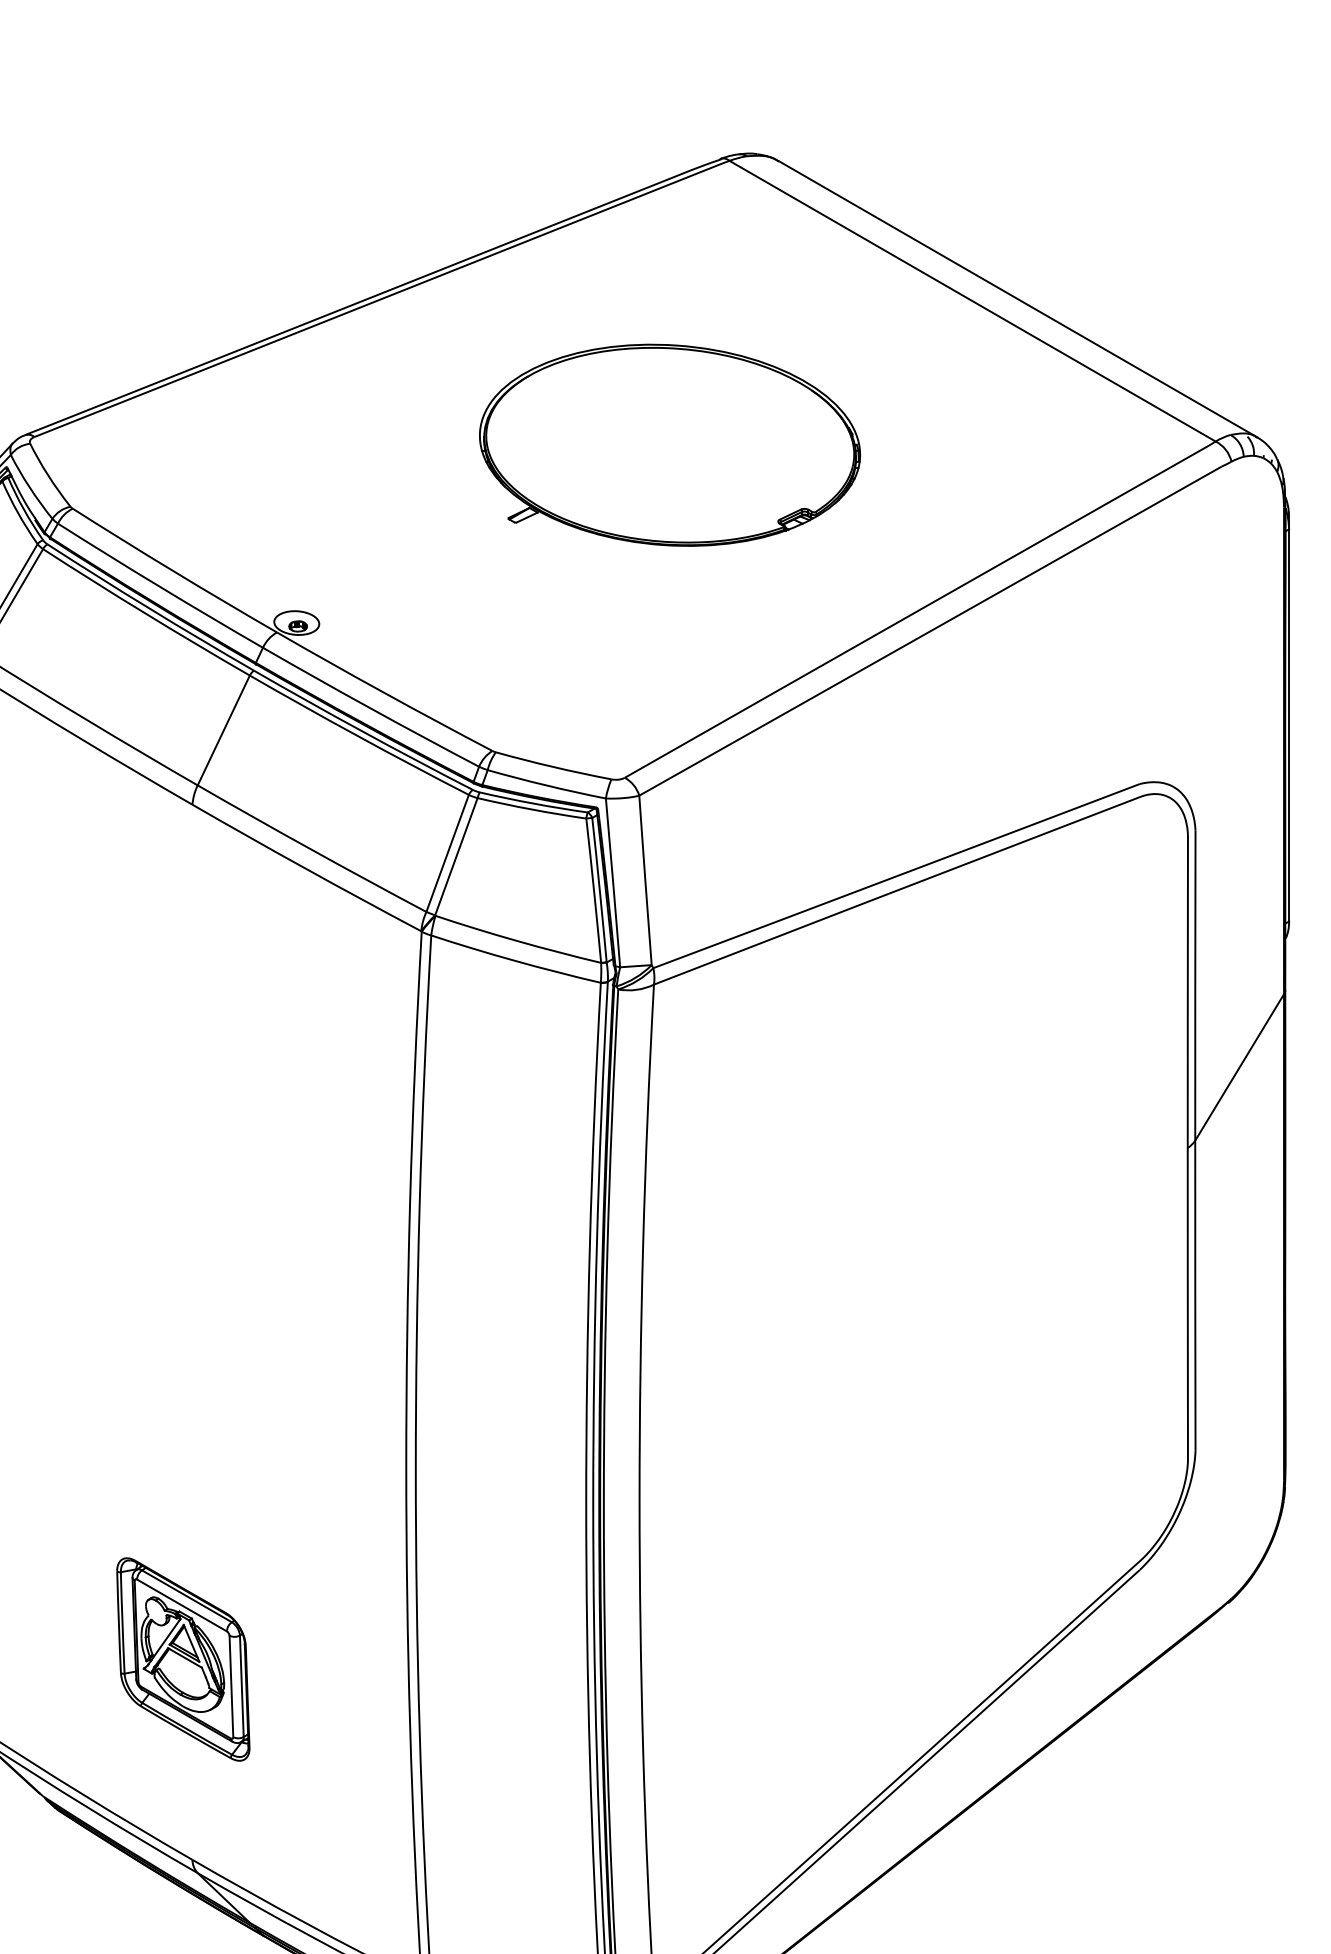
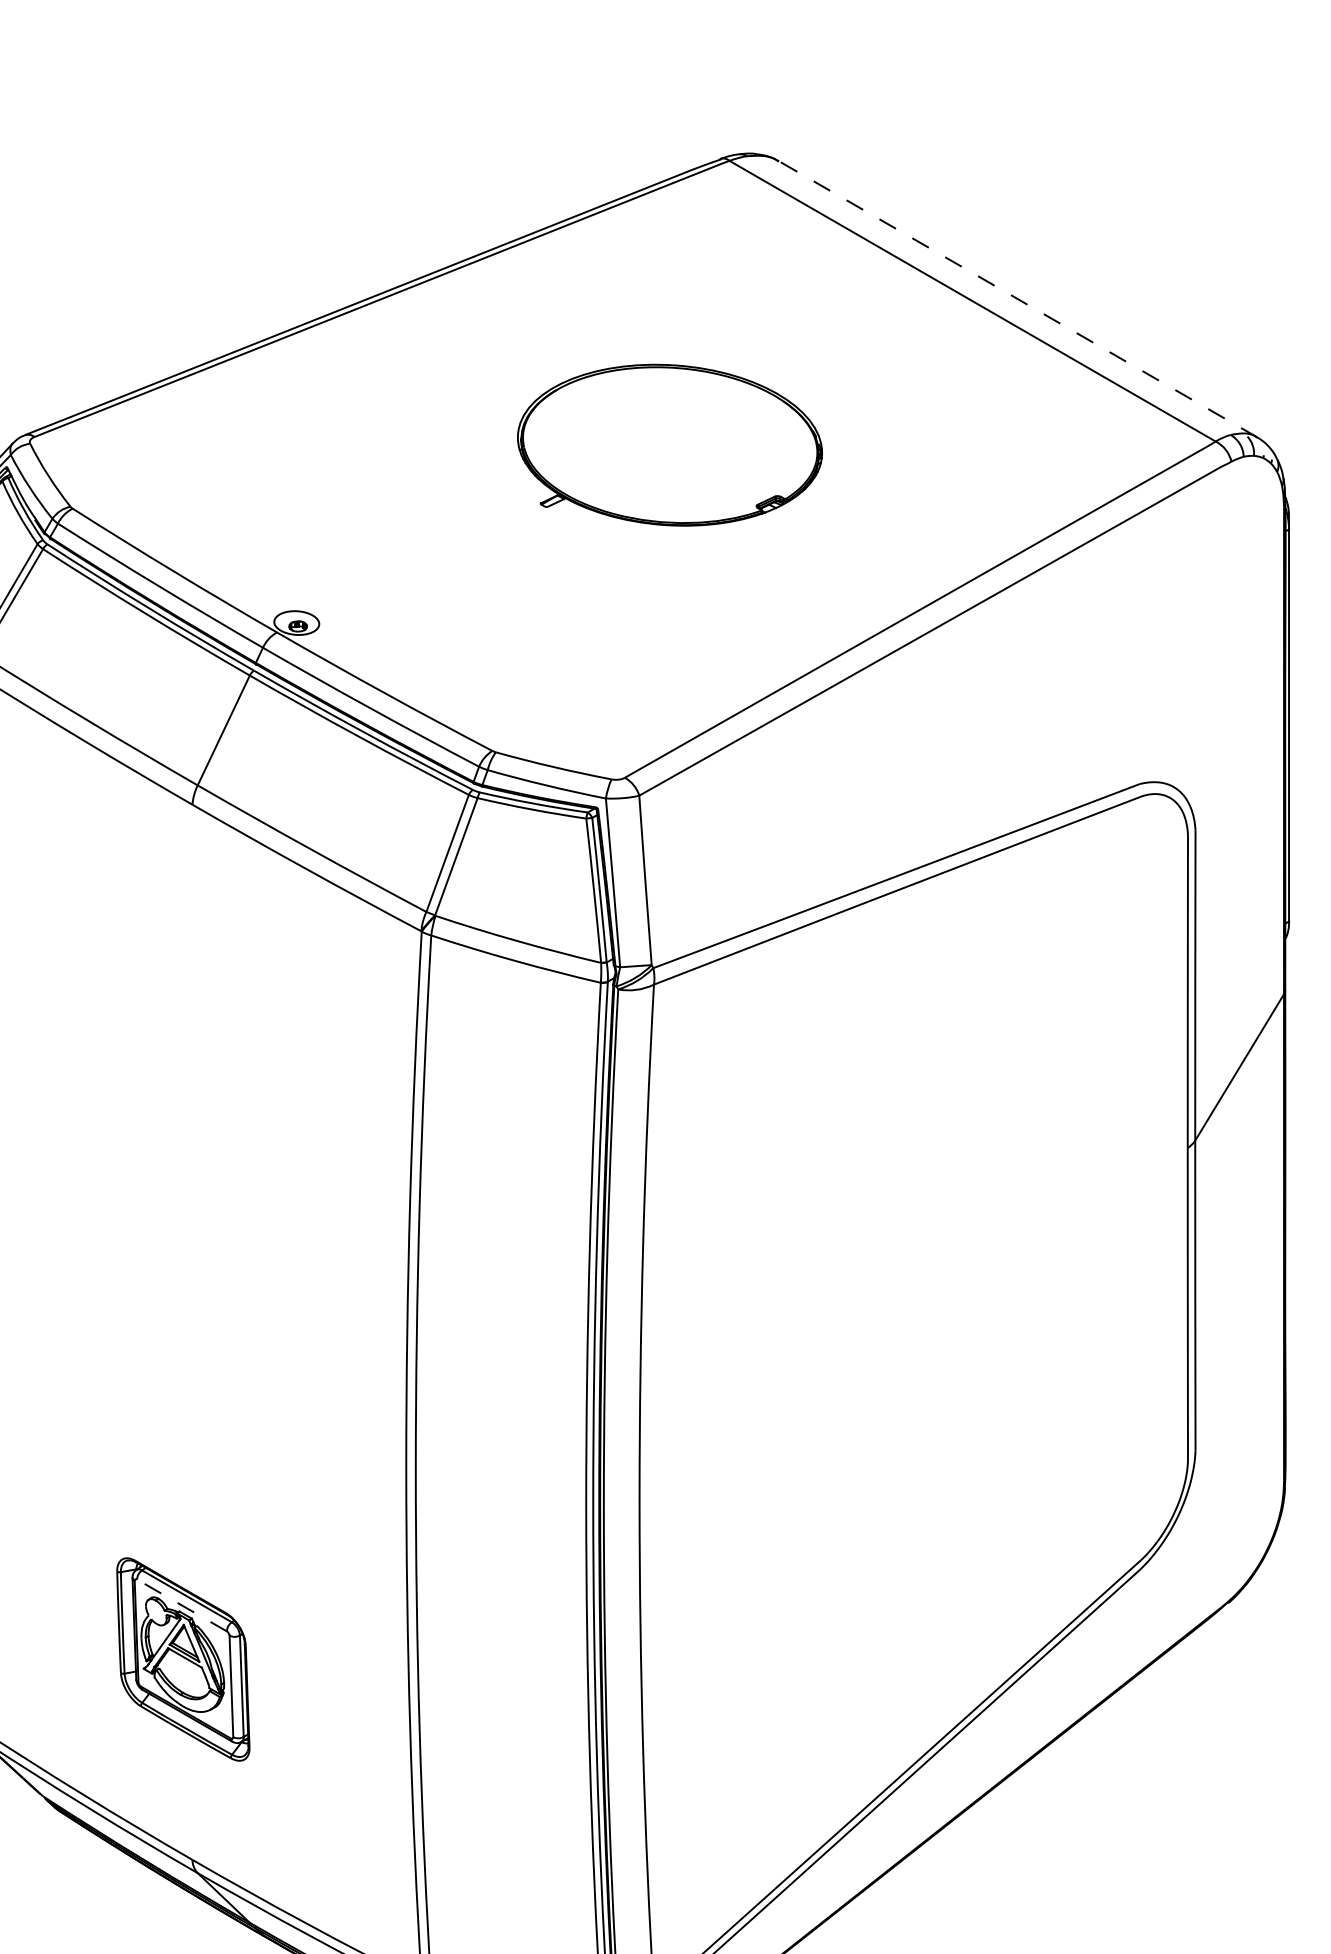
line at (1017, 299): solid -> dashed
part at (669, 444) size: 382x204 px -> 306x164 px
line at (182, 1605): solid -> dashed
